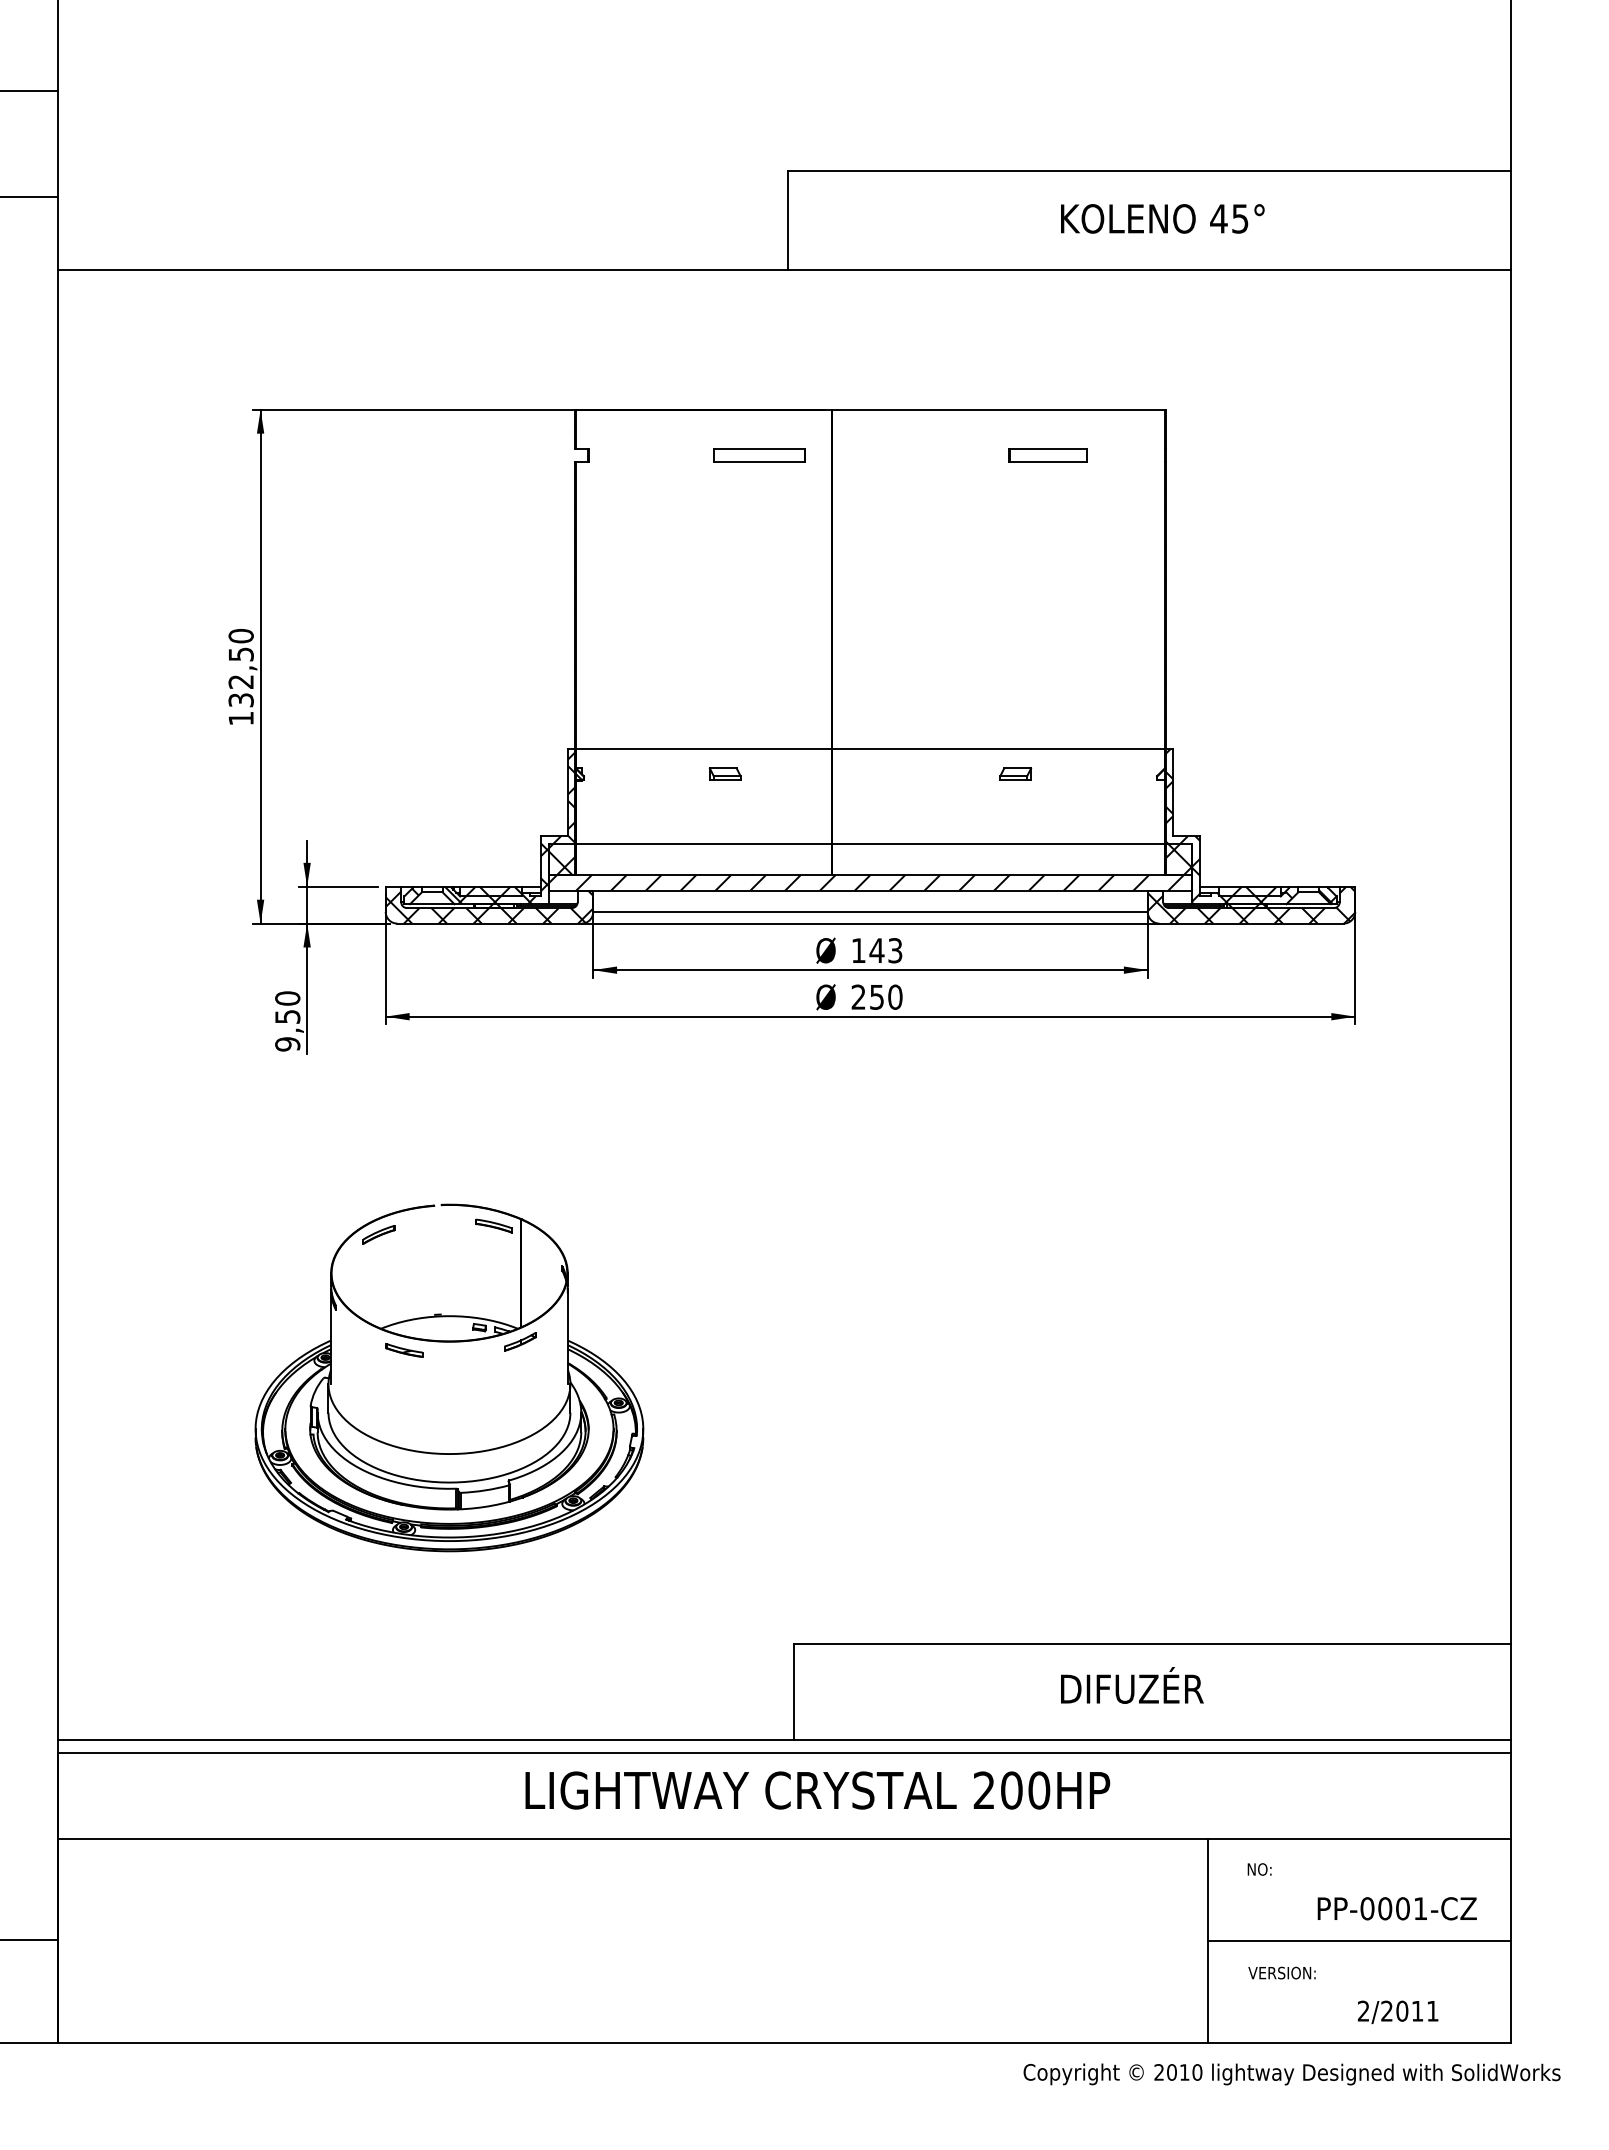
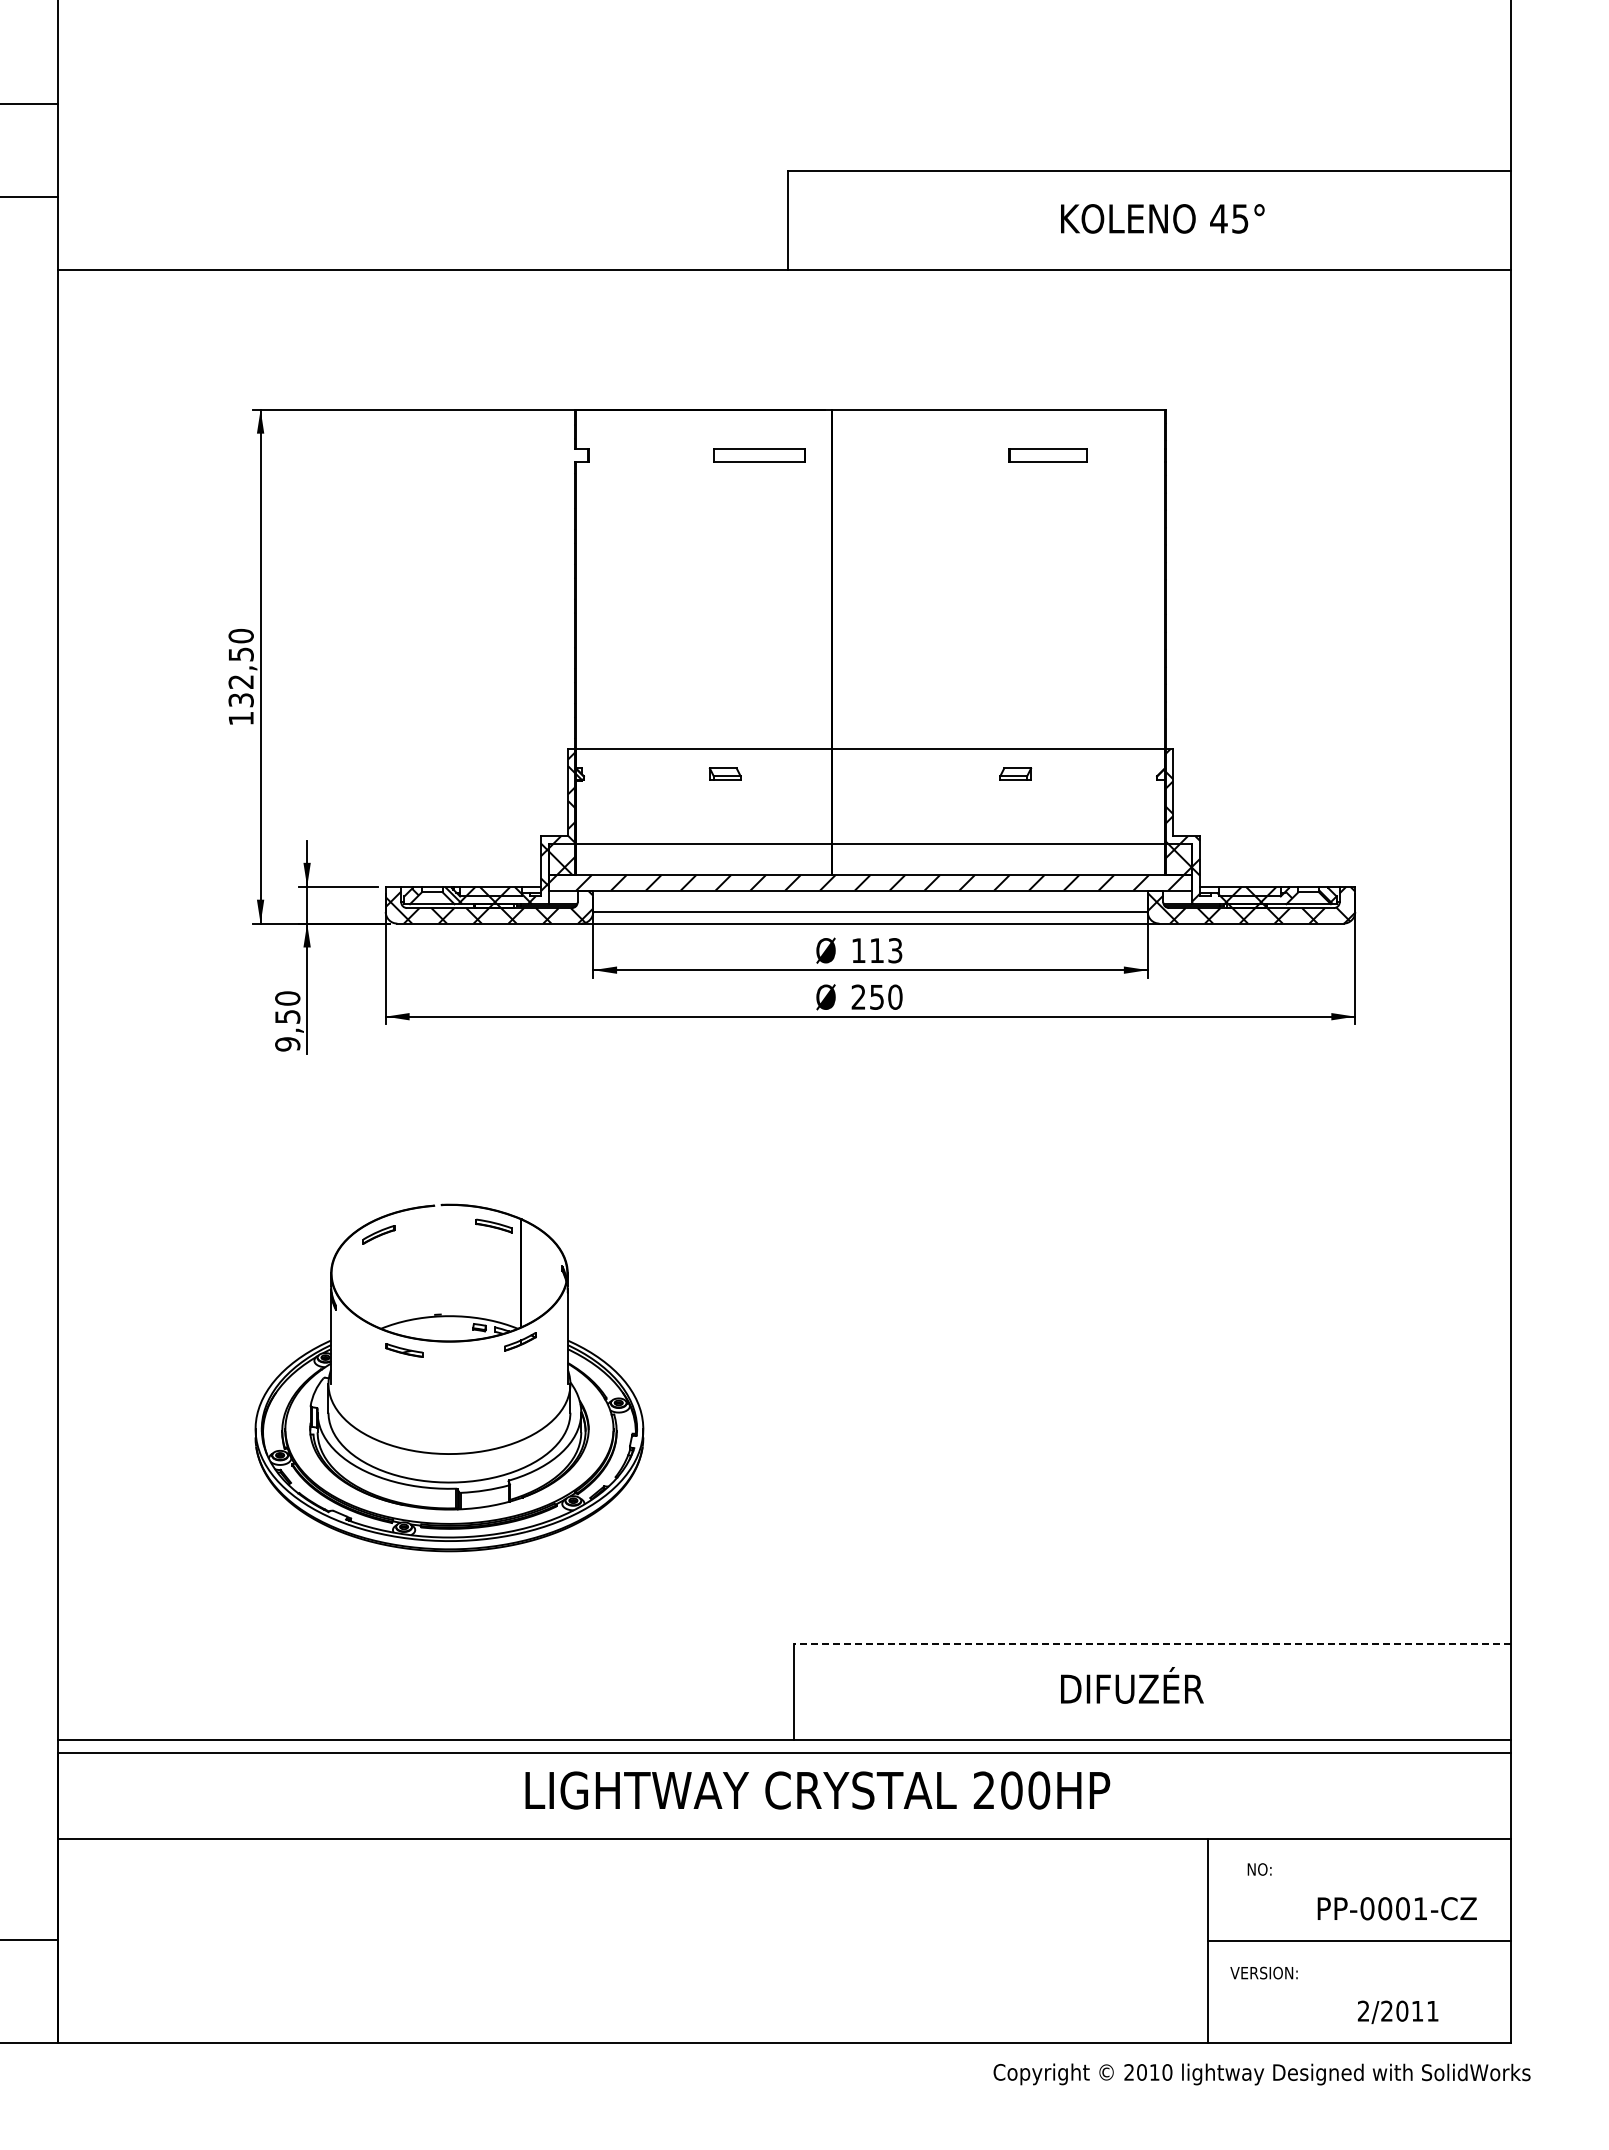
line at (30, 90) position: (30, 90) -> (30, 103)
text at (876, 950): 143 -> 113
line at (1152, 1644): solid -> dashed
text at (1281, 1972) position: (1281, 1972) -> (1263, 1972)
text at (1291, 2074) position: (1291, 2074) -> (1261, 2074)
